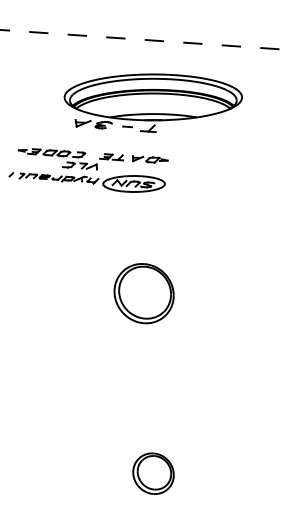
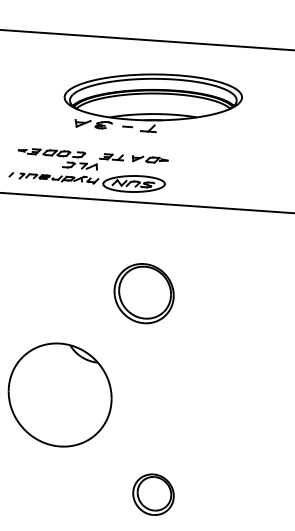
line at (148, 40): dashed -> solid
line at (146, 202): none -> present
part at (59, 394): none -> present
part at (153, 473) position: (153, 473) -> (153, 494)
